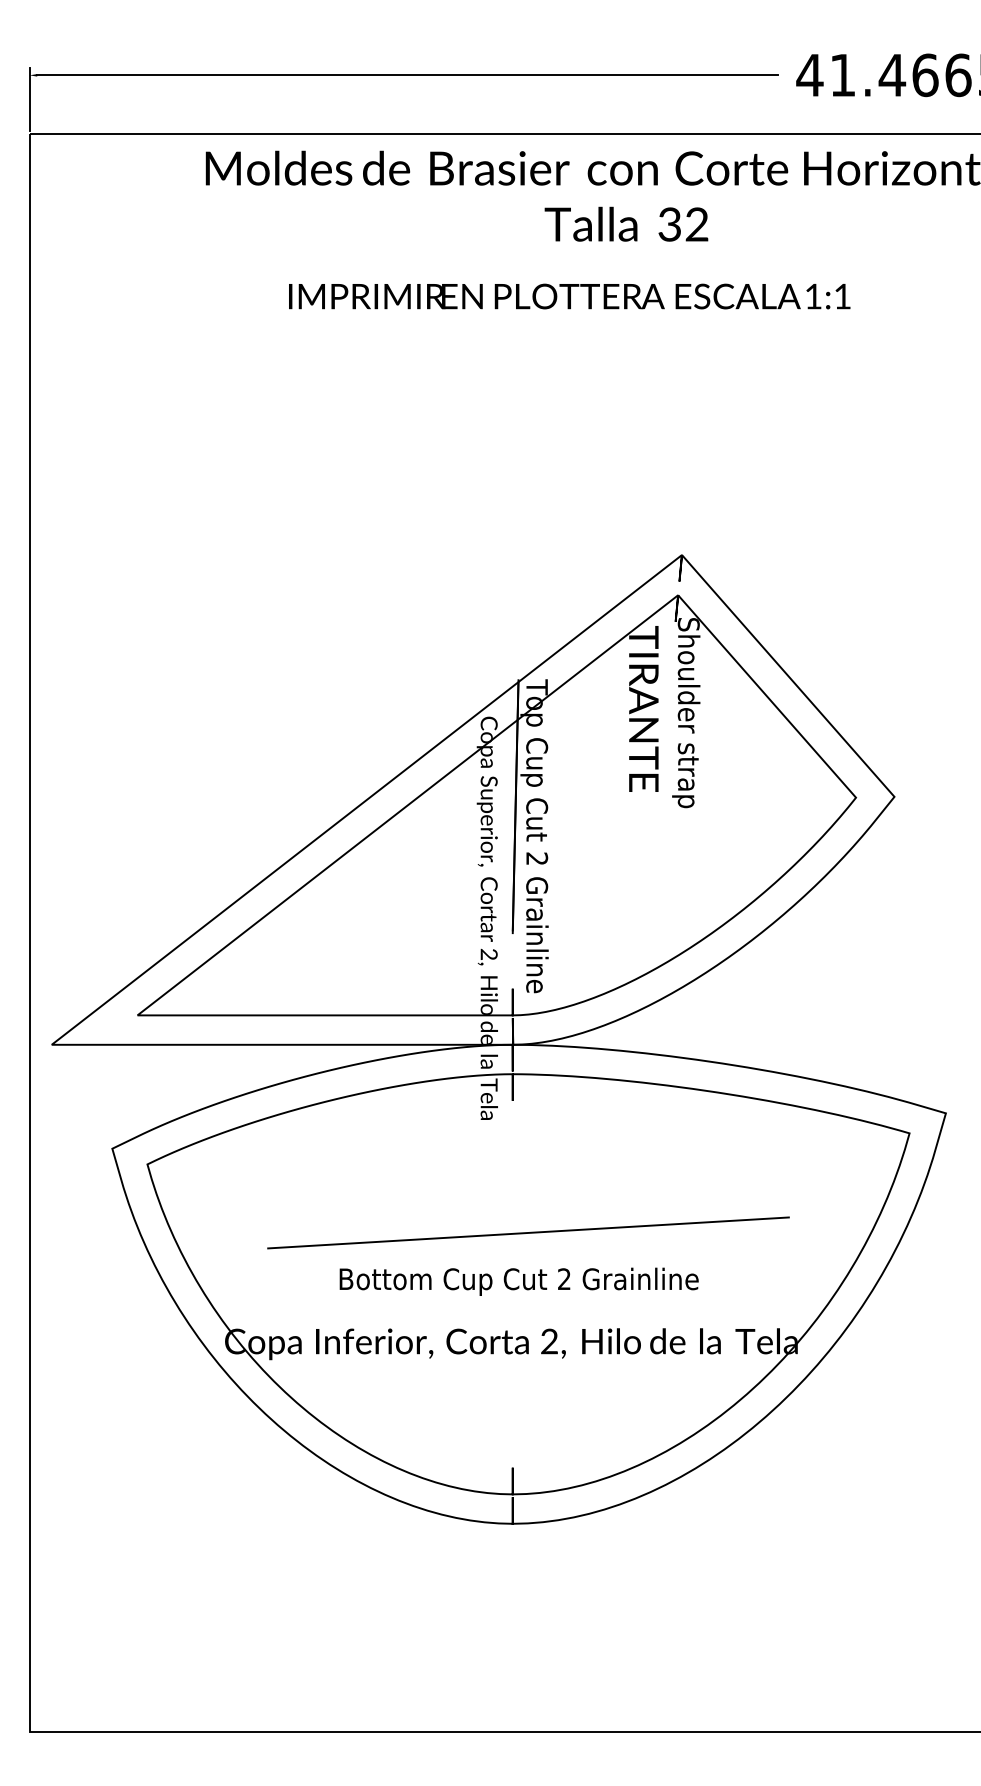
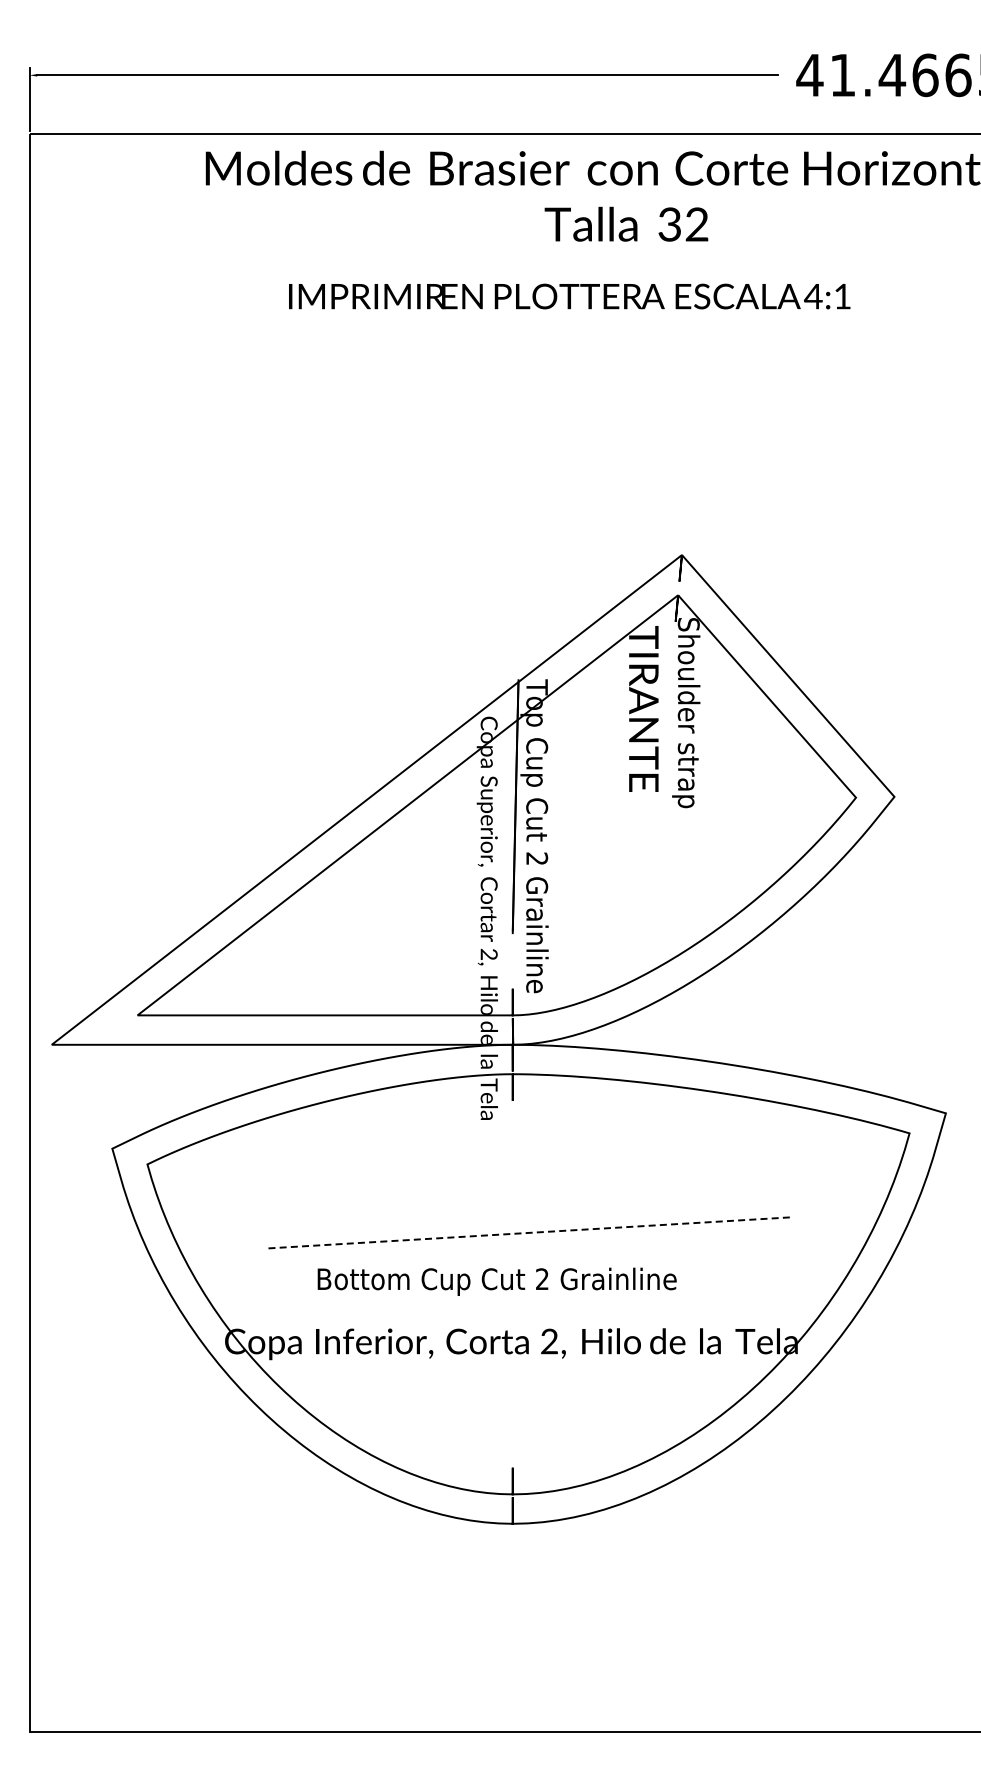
text at (812, 296): 1:1 -> 4:1
line at (528, 1232): solid -> dashed
text at (518, 1281) position: (518, 1281) -> (496, 1281)
